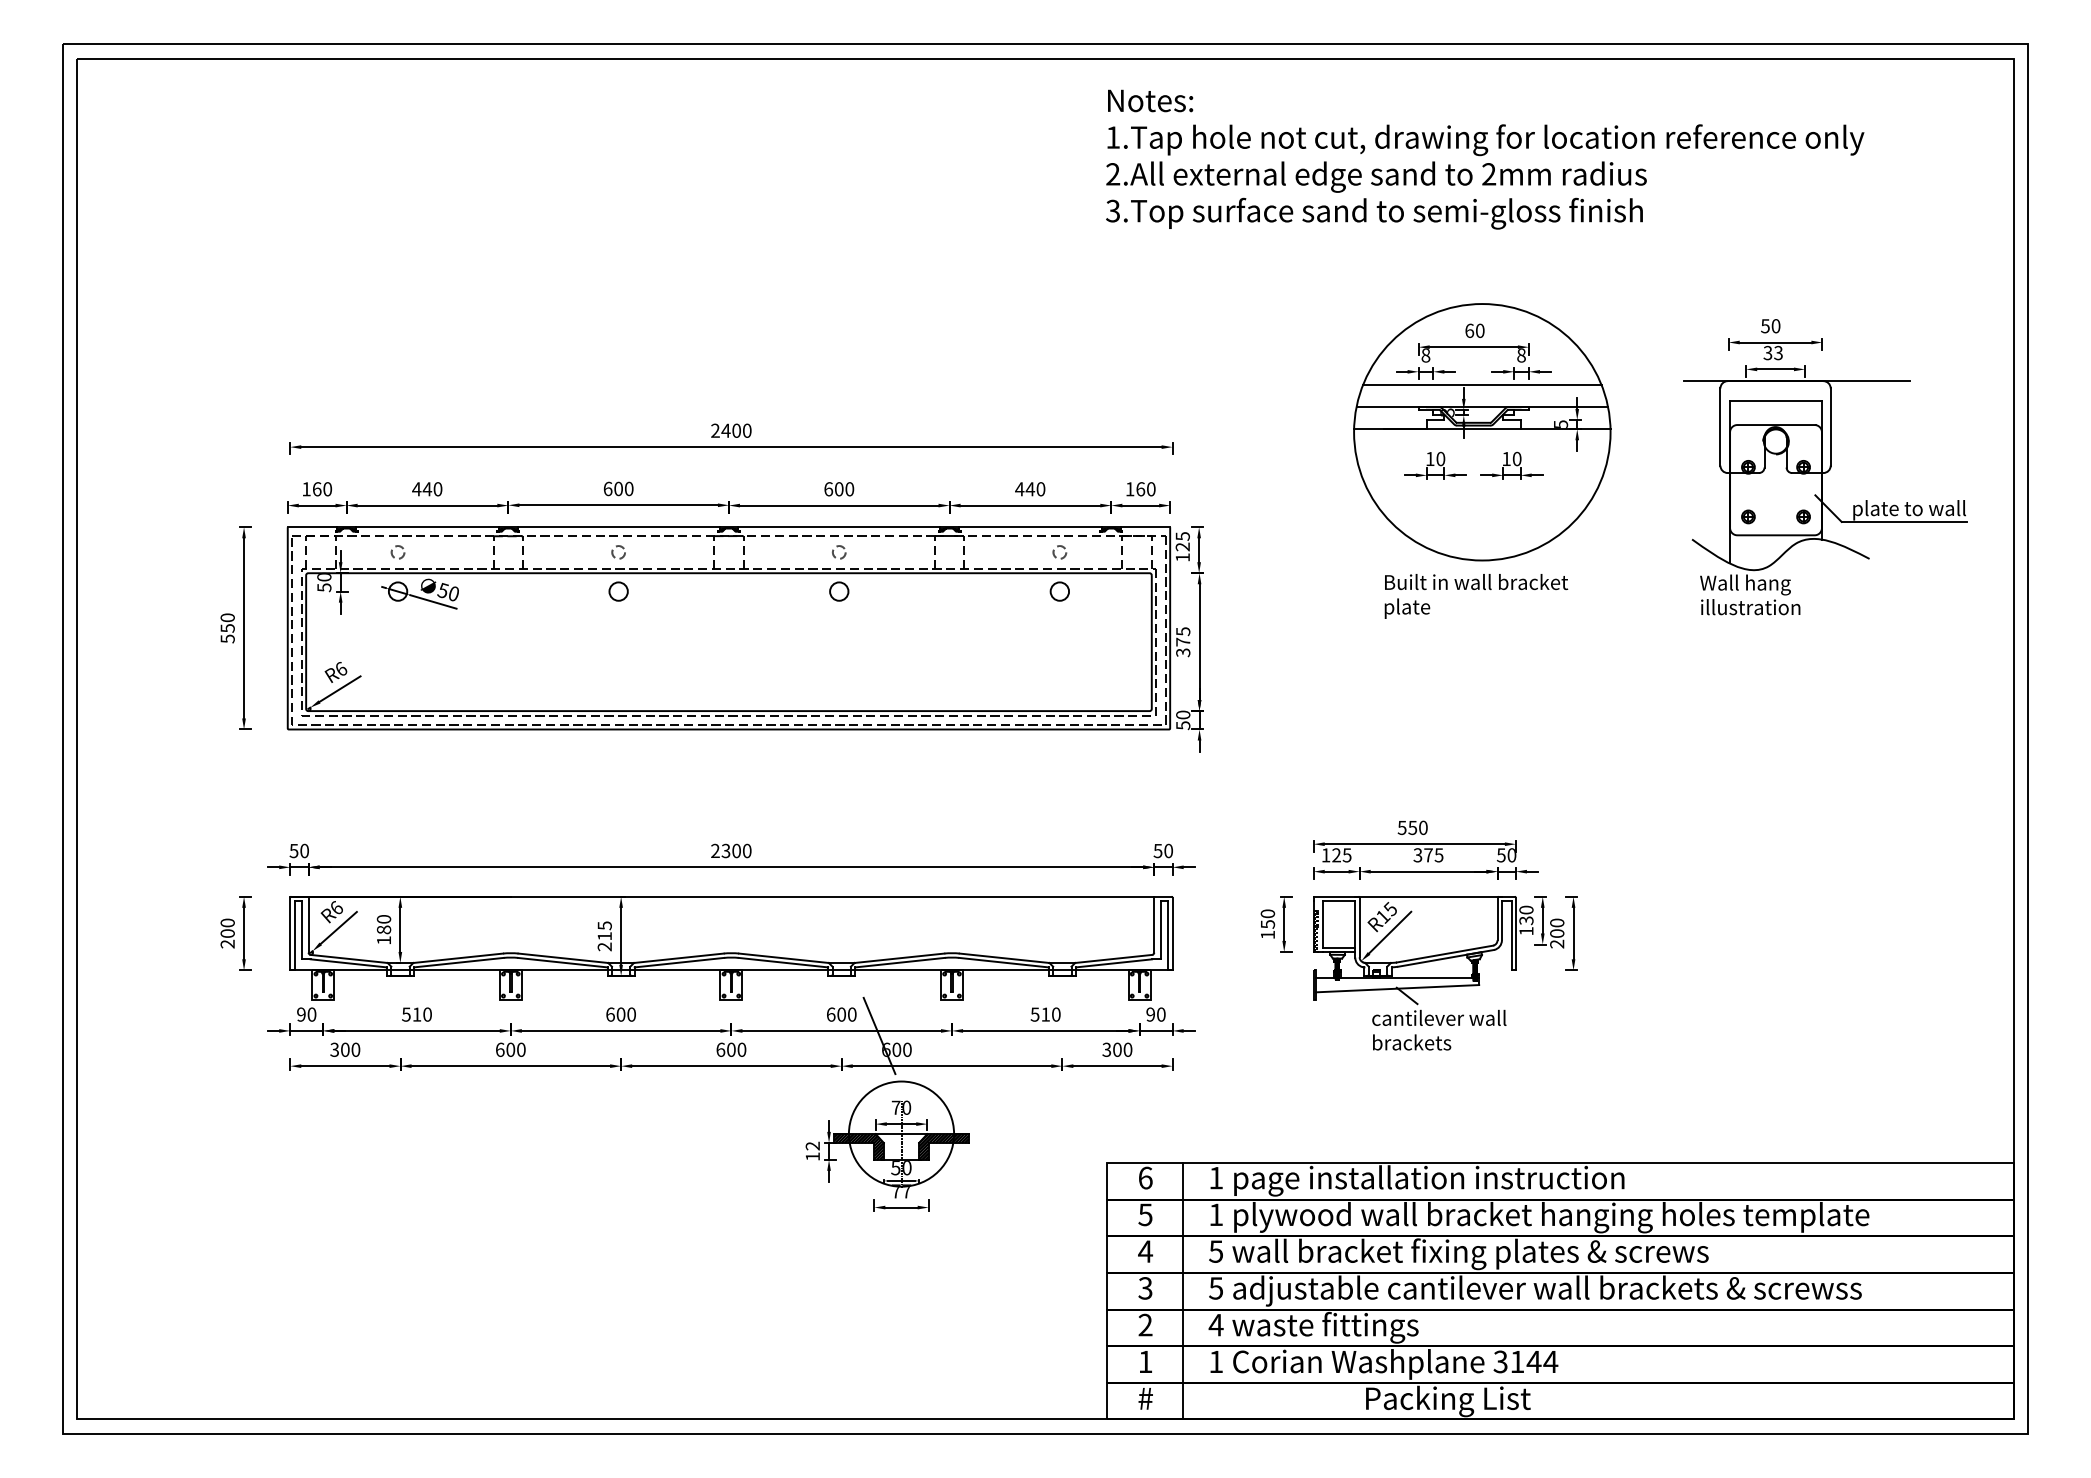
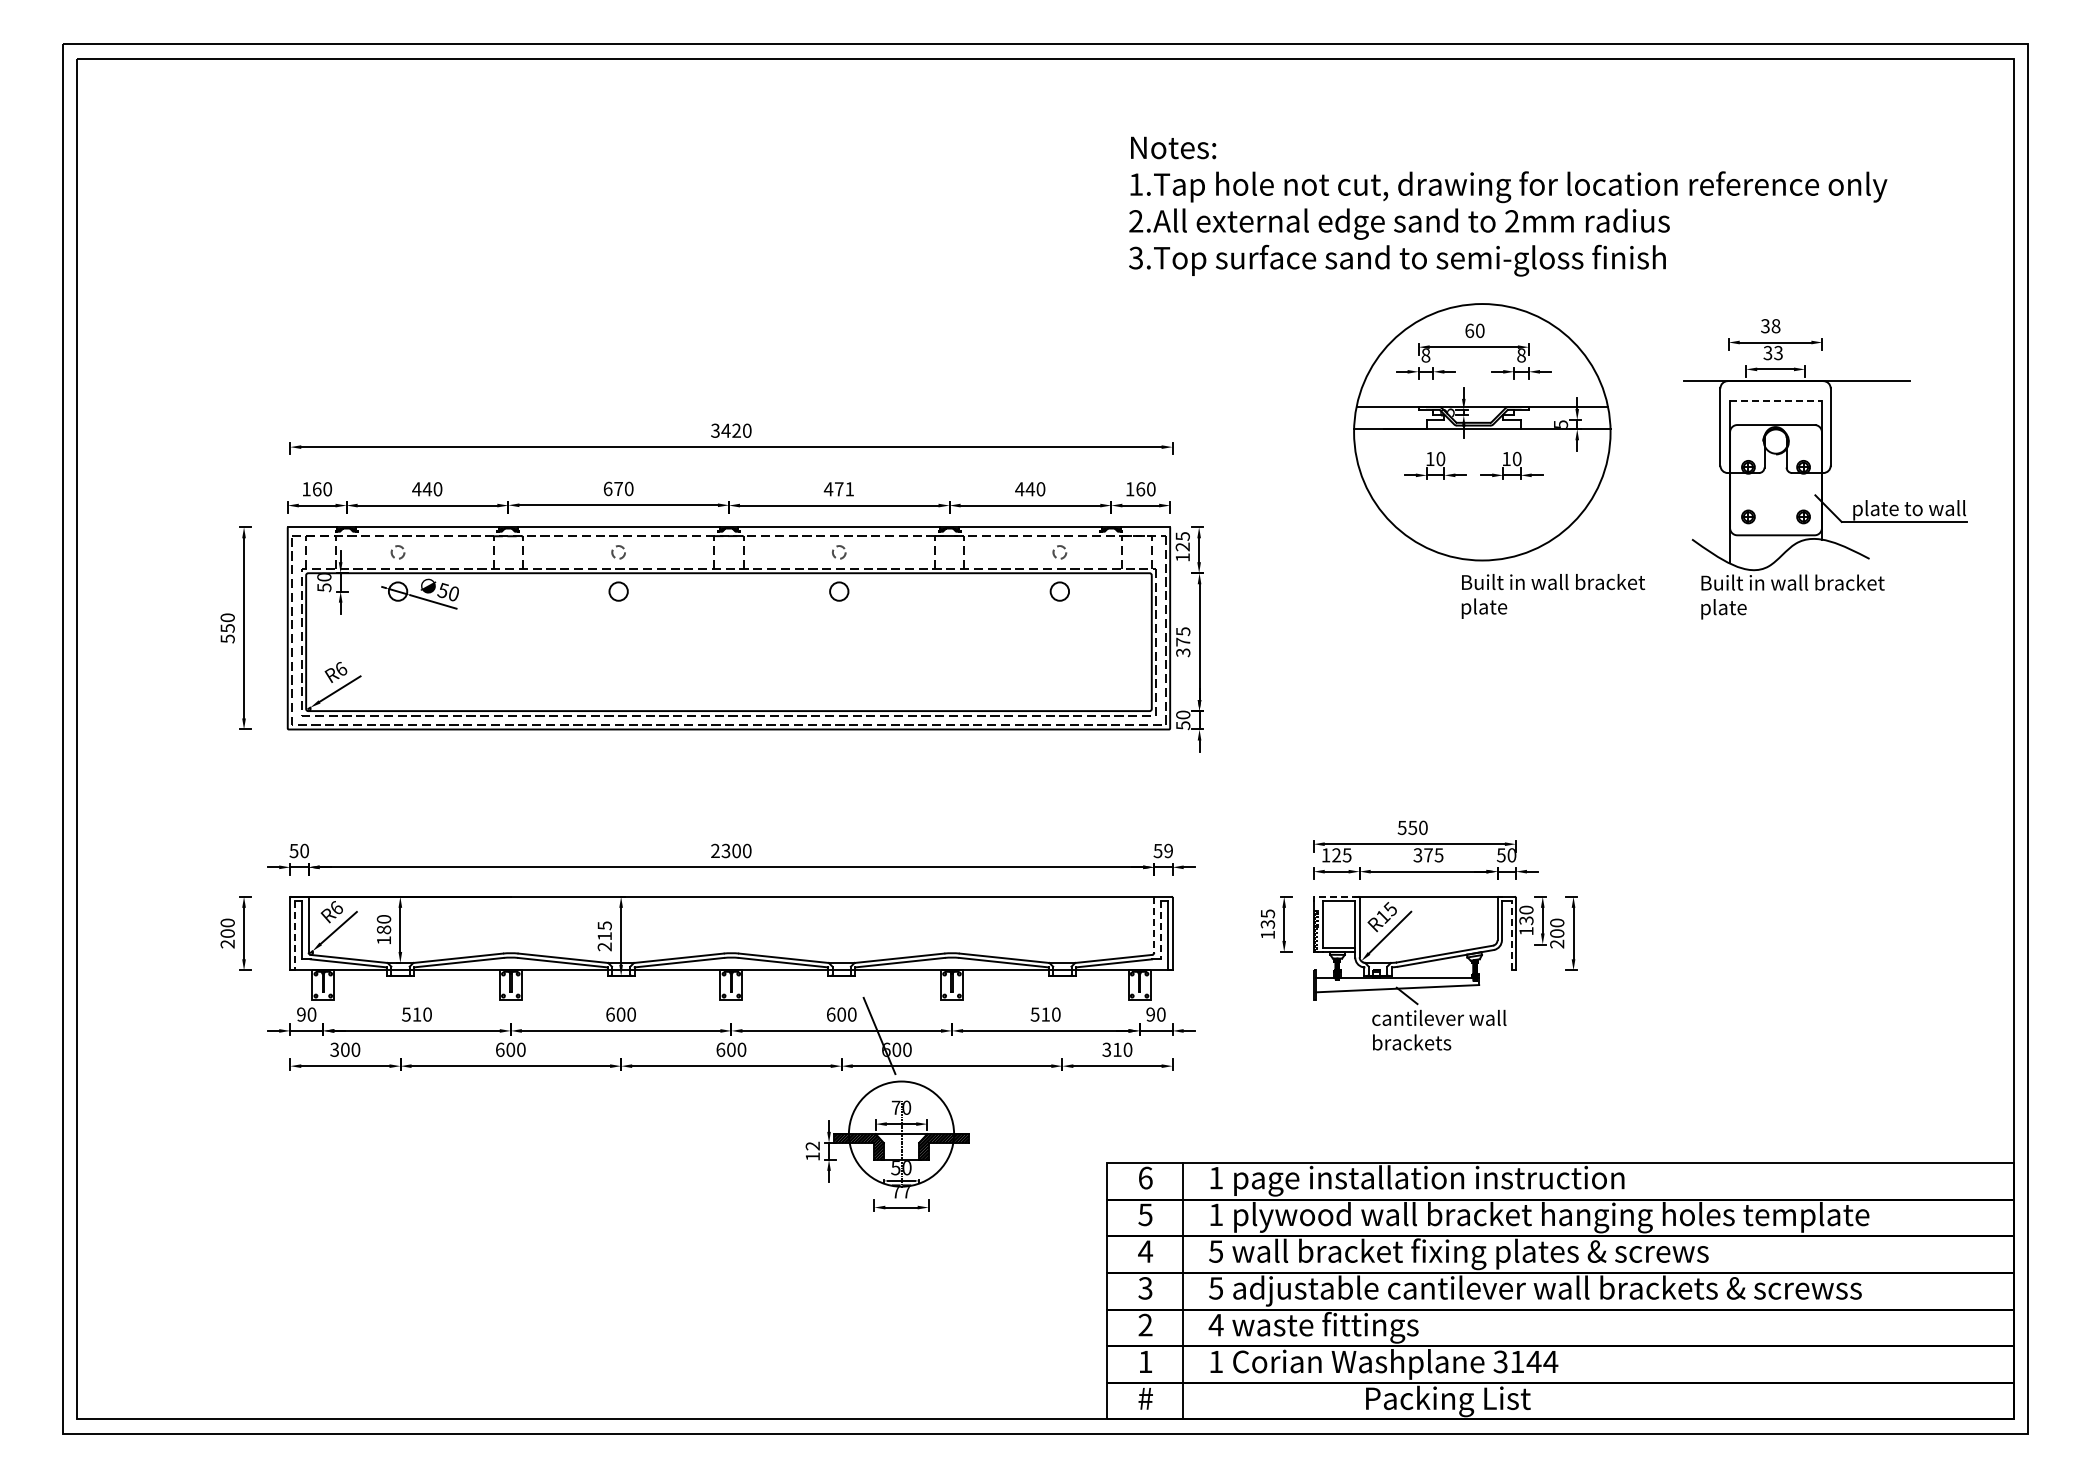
text at (1485, 159) position: (1485, 159) -> (1508, 206)
text at (1770, 326): 50 -> 38
line at (1482, 385): present -> none
line at (1776, 401): solid -> dashed
text at (725, 430): 2400 -> 3420
text at (618, 488): 600 -> 670
text at (838, 489): 600 -> 471
text at (1476, 596) position: (1476, 596) -> (1553, 596)
text at (1792, 596): Wall hang illustration -> Built in wall bracket plate
text at (1168, 851): 50 -> 59
line at (1335, 896): solid -> dashed
text at (1267, 918): 150 -> 135
line at (1154, 924): solid -> dashed
line at (1160, 930): solid -> dashed
line at (294, 935): solid -> dashed
line at (1511, 935): solid -> dashed
text at (1117, 1049): 300 -> 310
